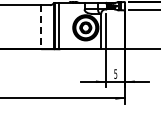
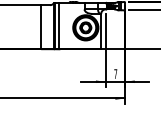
line at (41, 27): dashed -> solid
text at (115, 73): 5 -> 7
